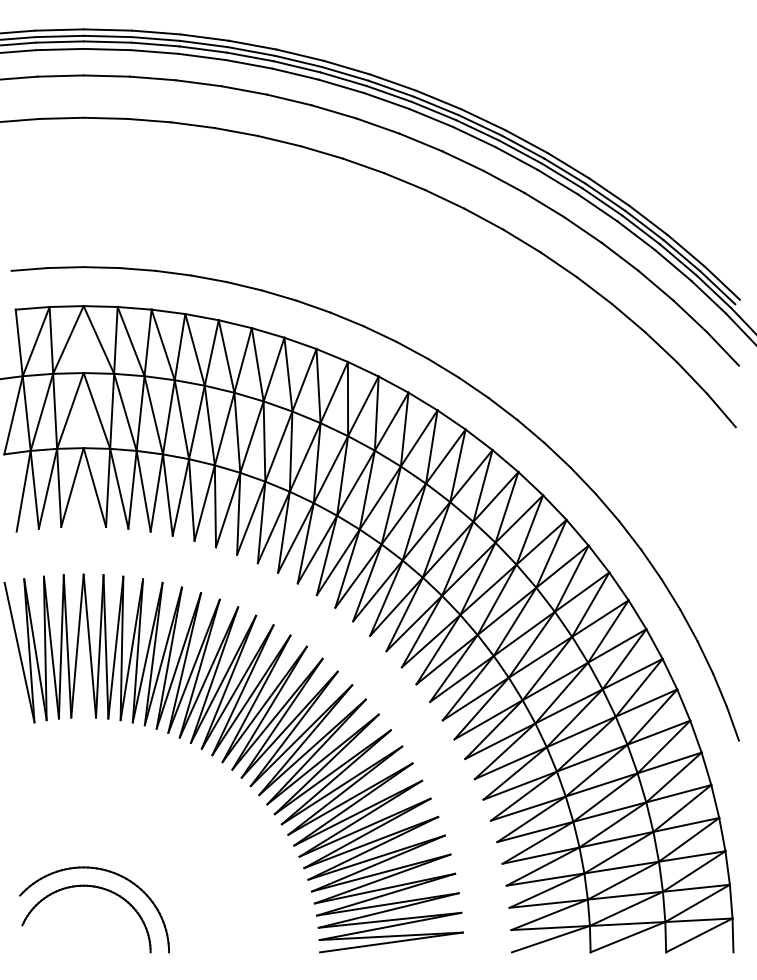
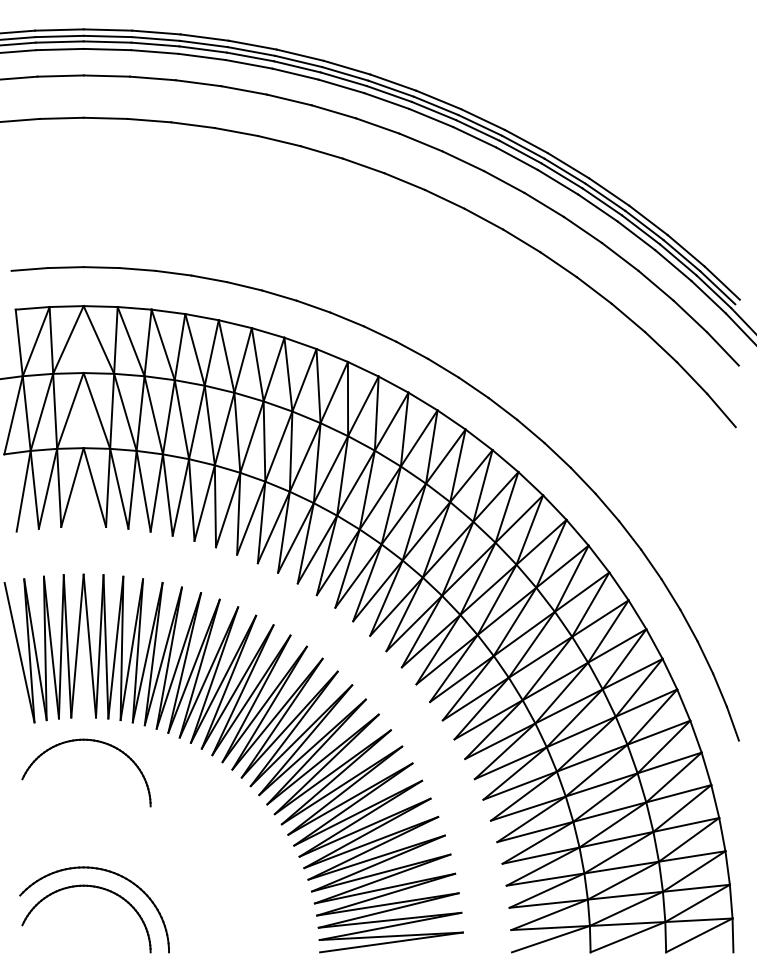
part at (91, 741): none -> present
